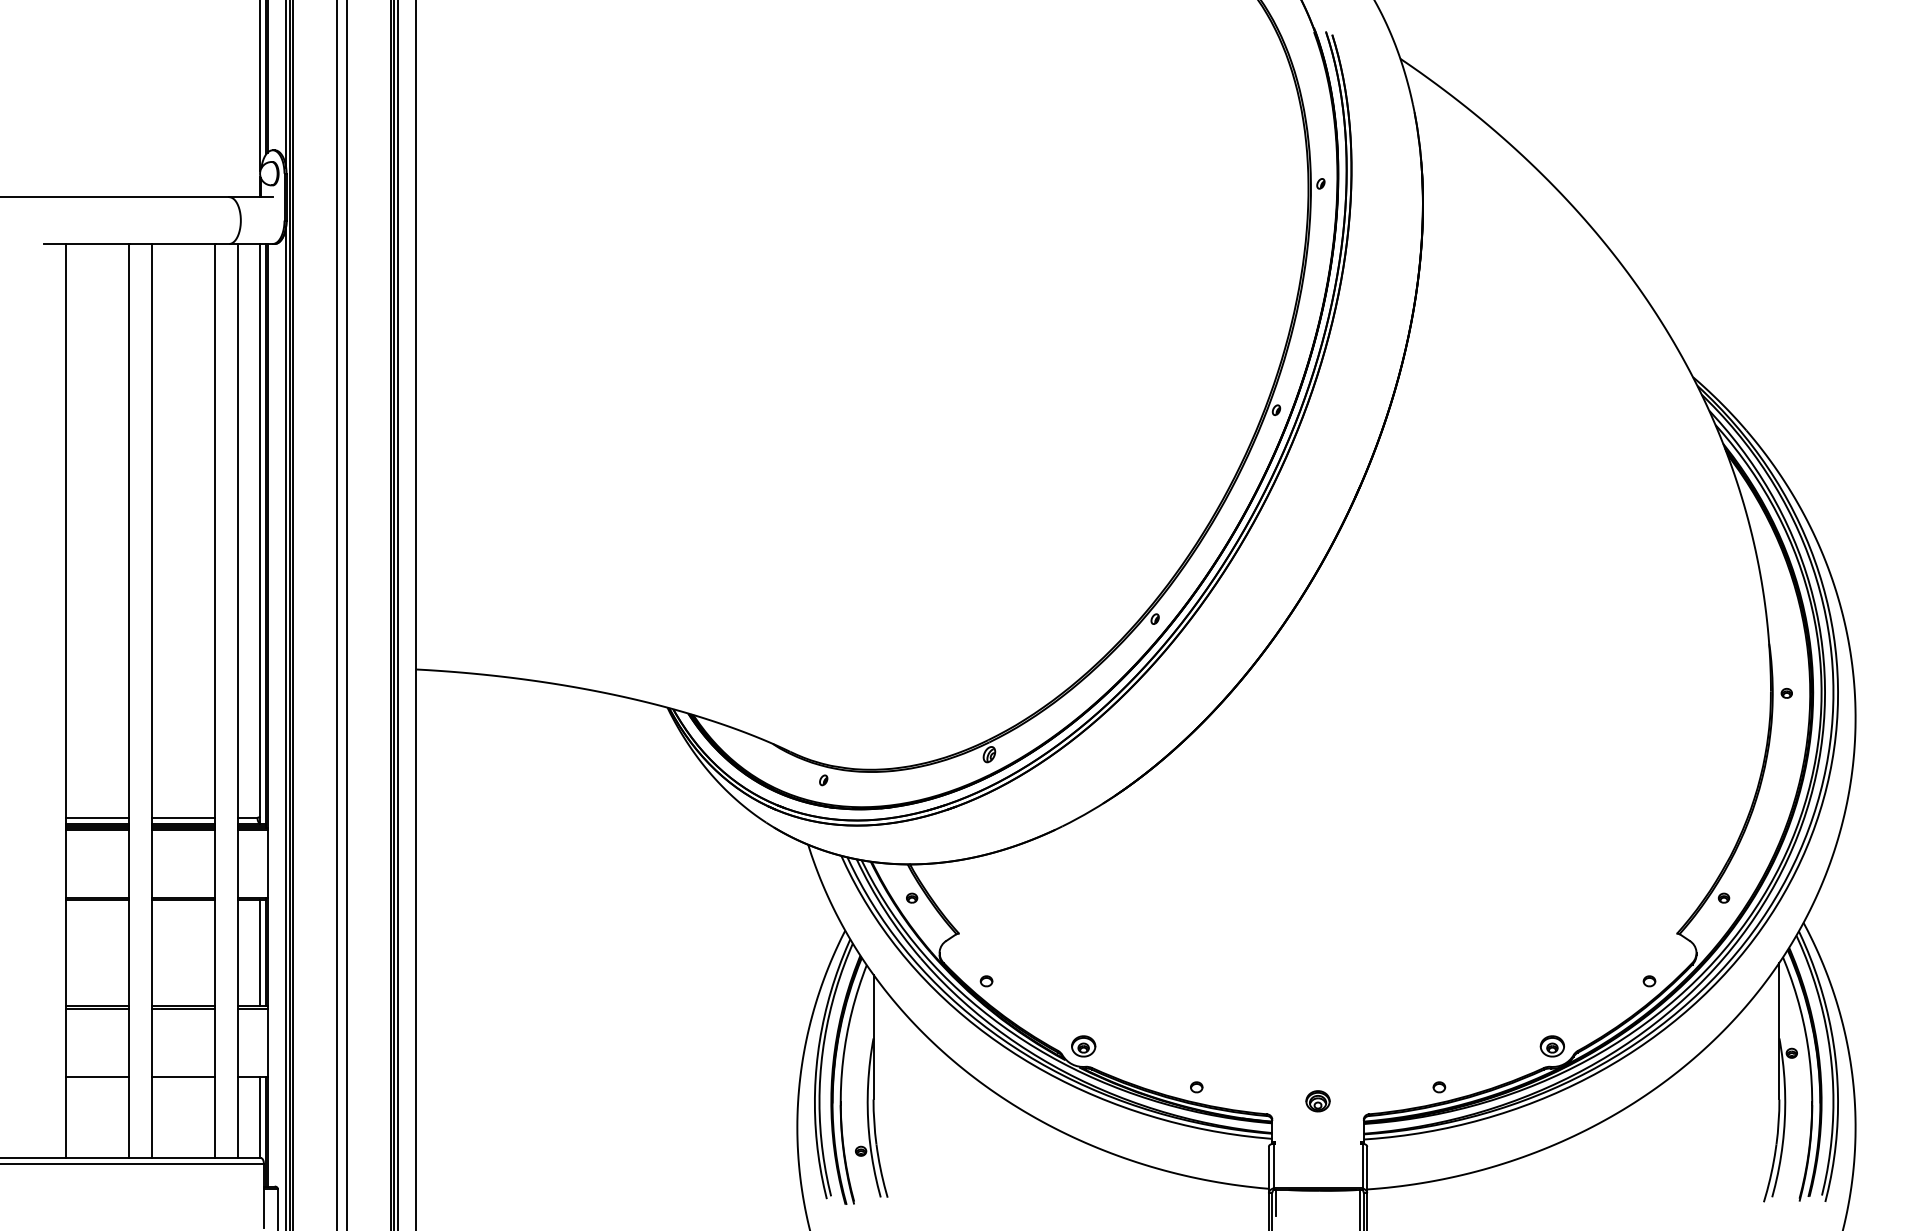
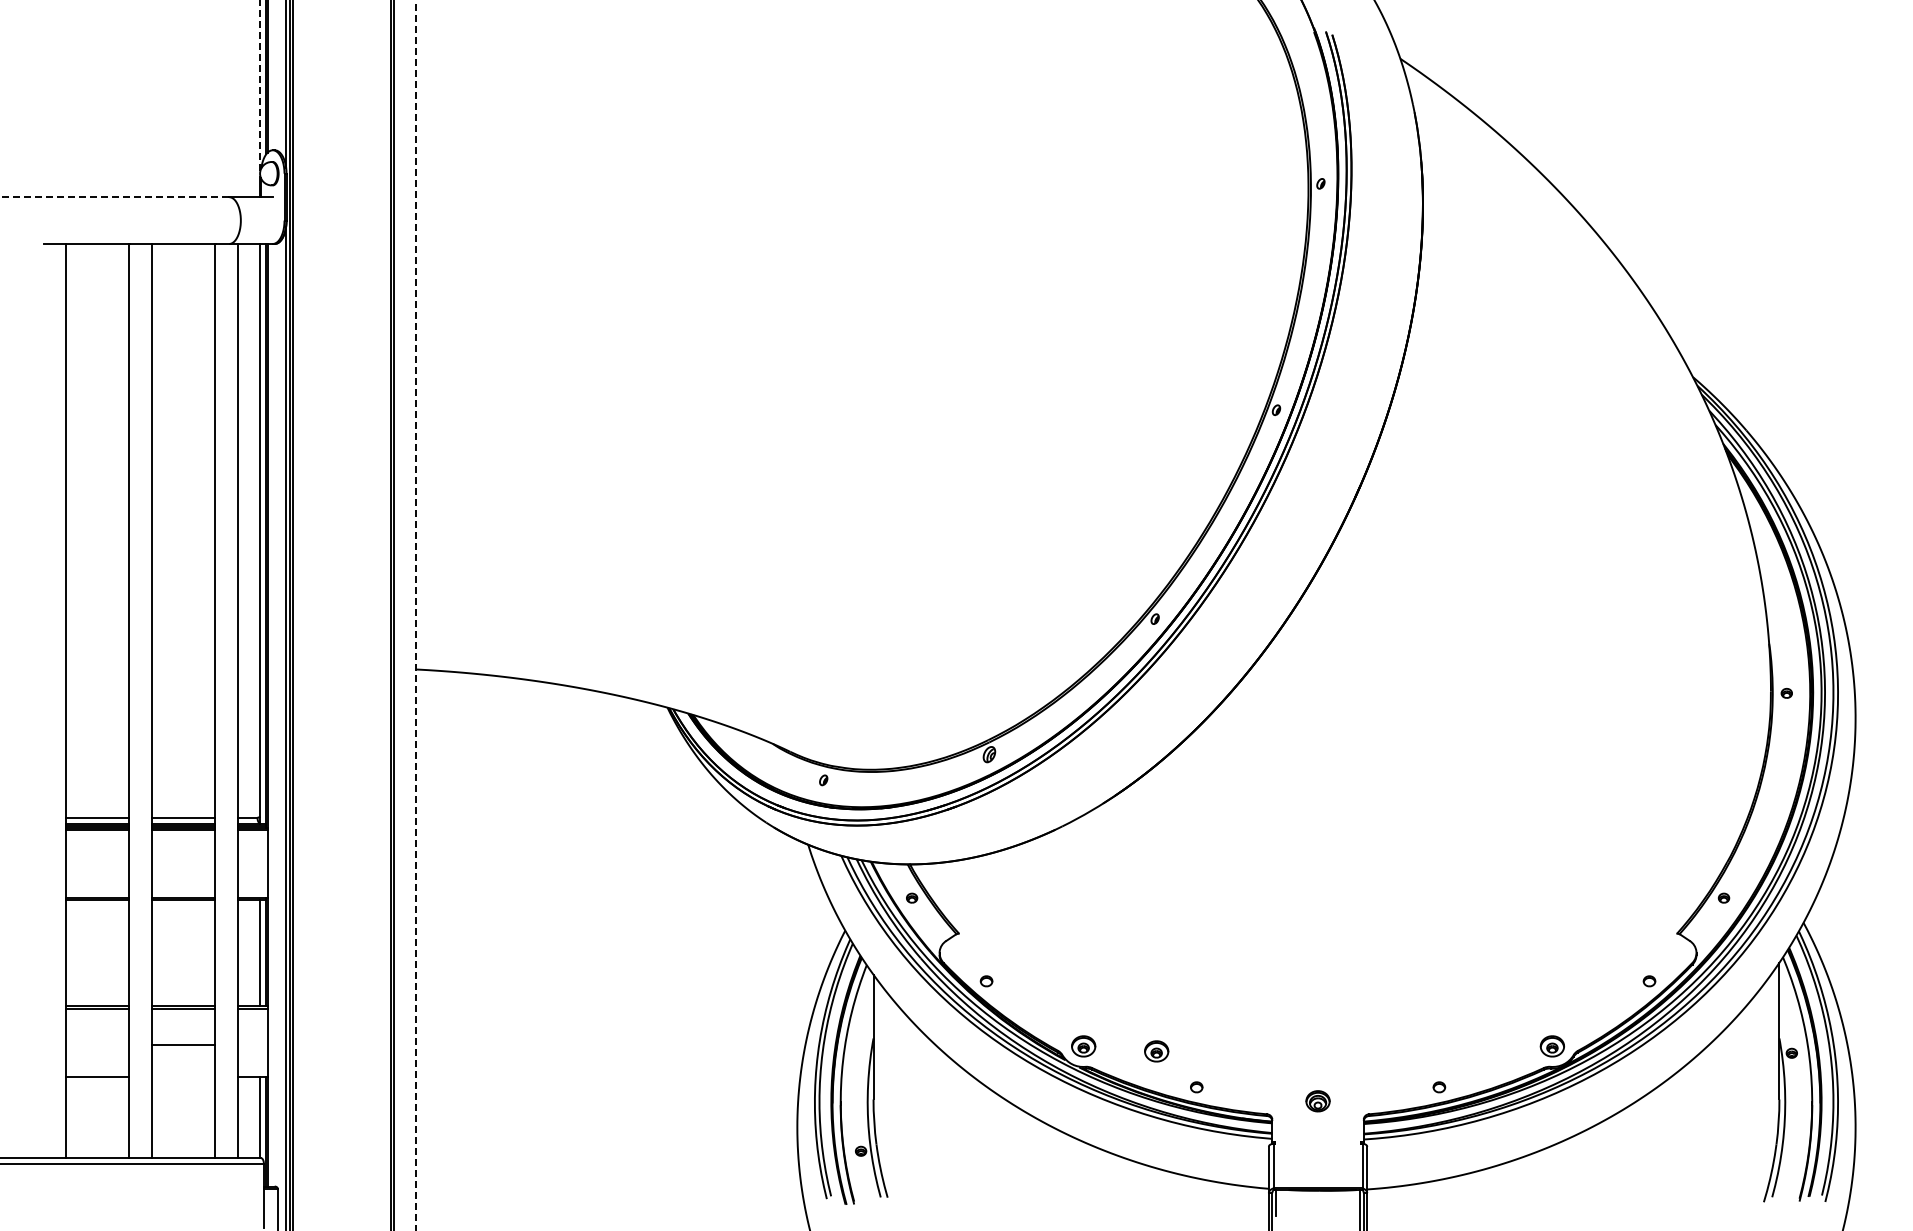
line at (260, 85): solid -> dashed
line at (114, 197): solid -> dashed
line at (337, 614): present -> none
line at (346, 614): present -> none
line at (397, 614): present -> none
line at (416, 615): solid -> dashed
part at (1156, 1051): none -> present
line at (183, 1076) position: (183, 1076) -> (183, 1044)
